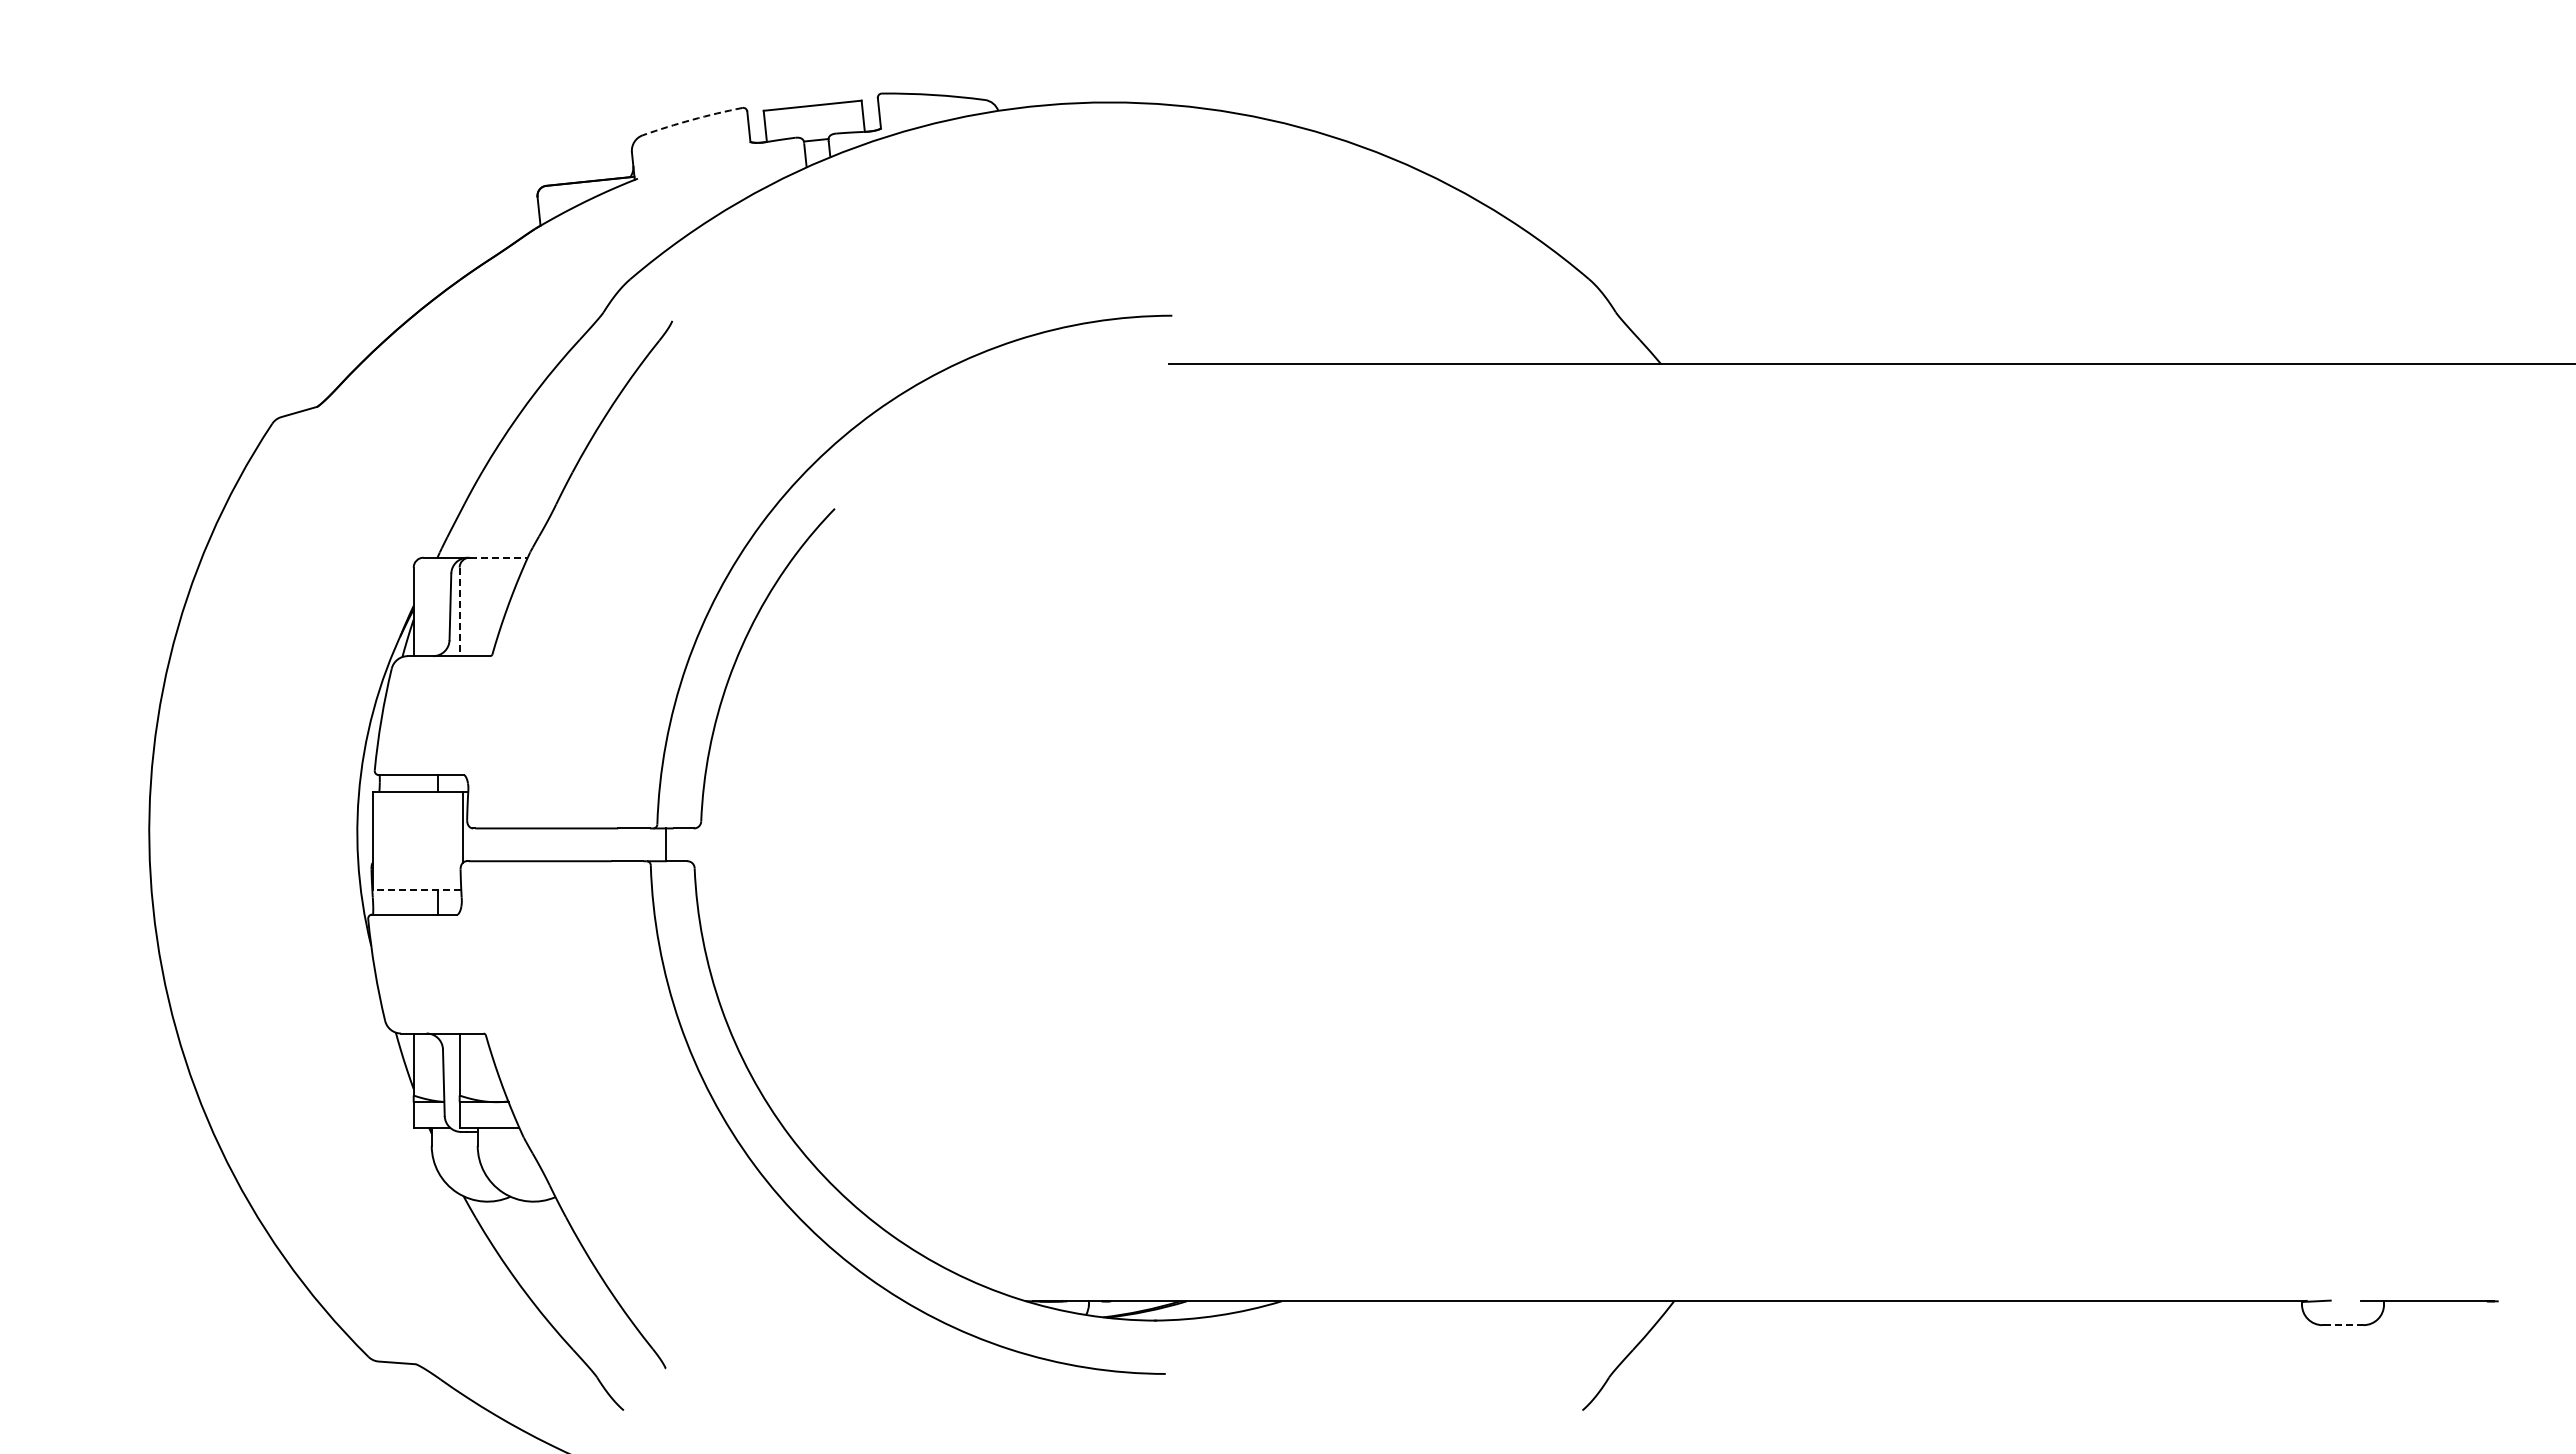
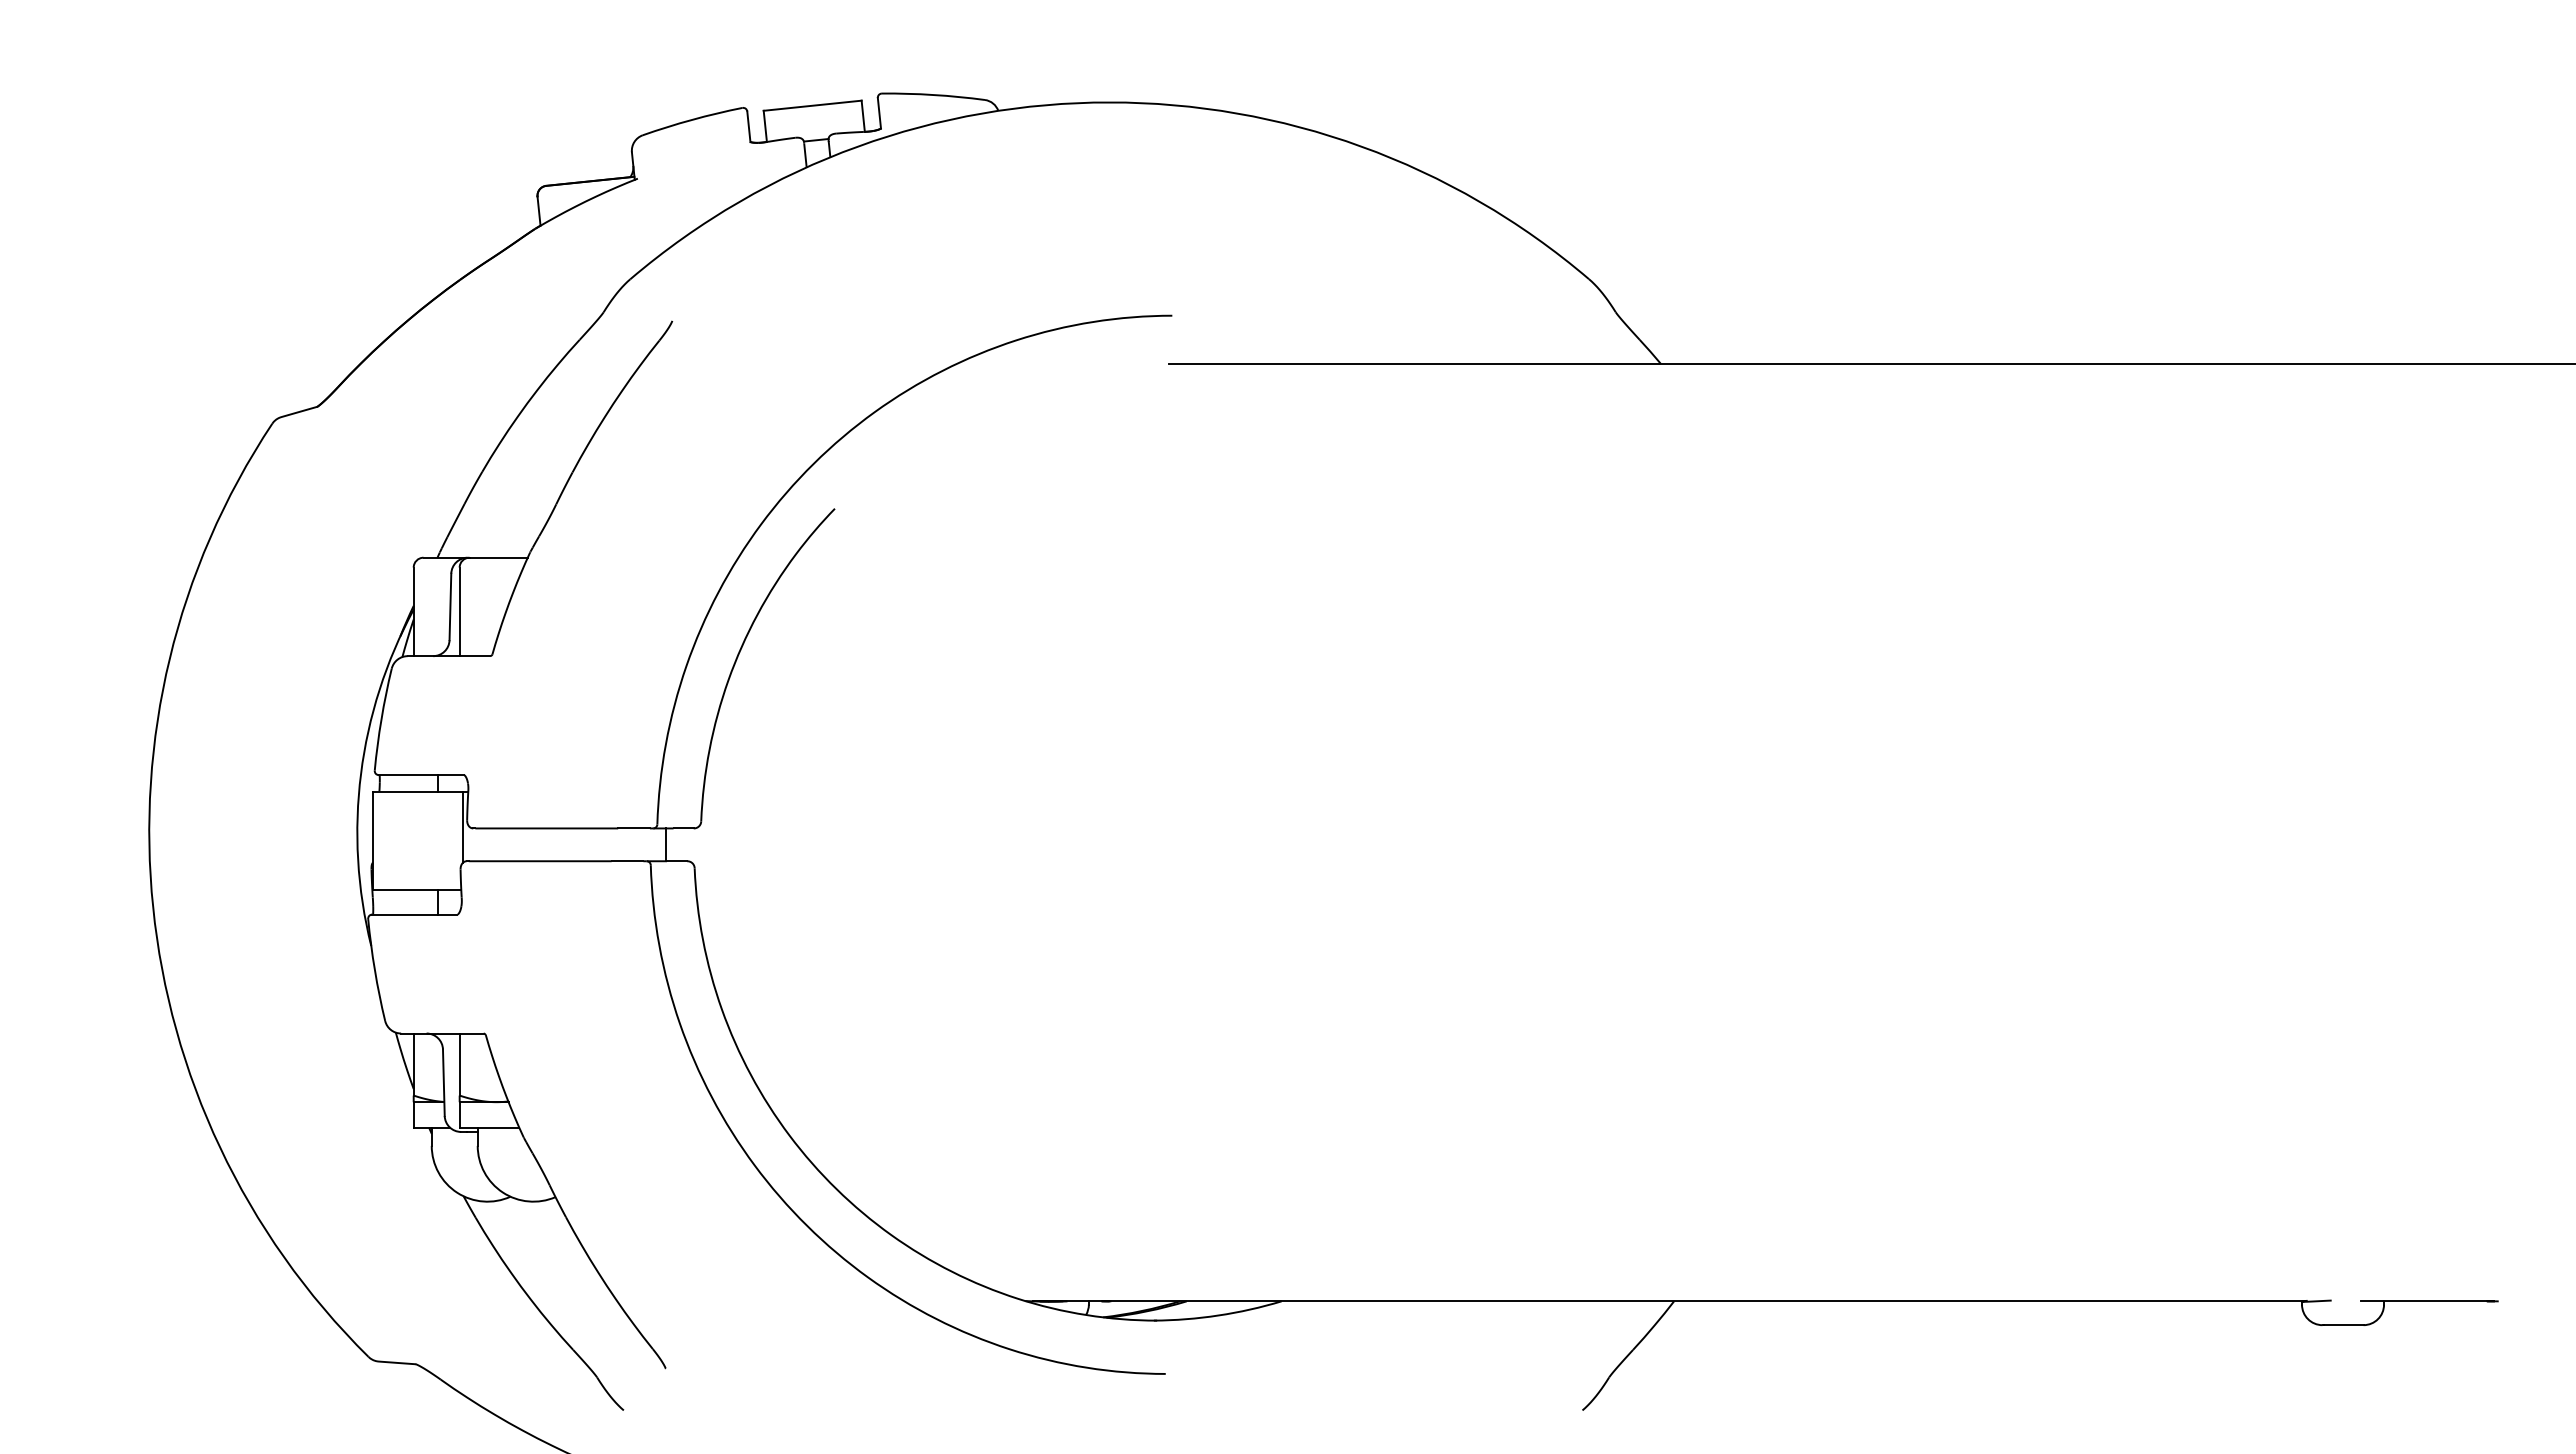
arc at (692, 119): dashed -> solid
line at (499, 557): dashed -> solid
line at (459, 612): dashed -> solid
line at (416, 889): dashed -> solid
line at (2343, 1325): dashed -> solid
